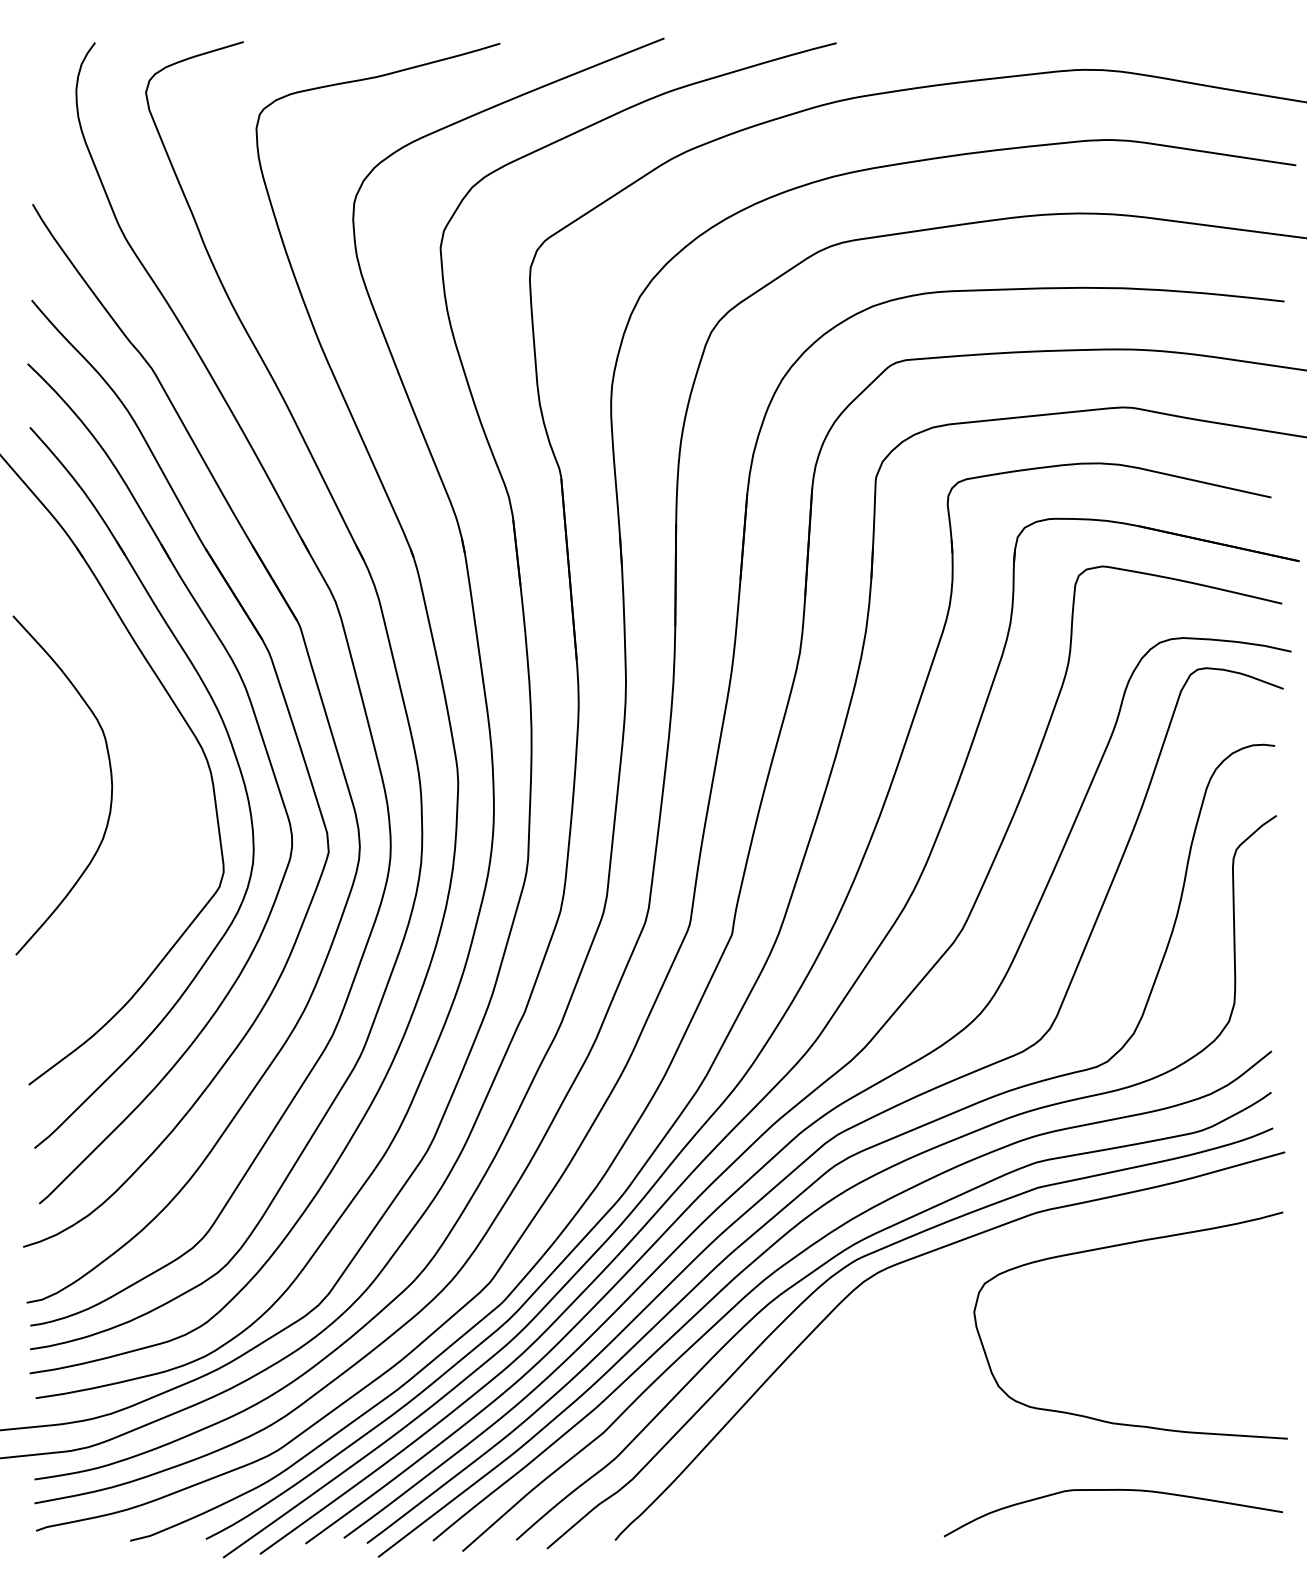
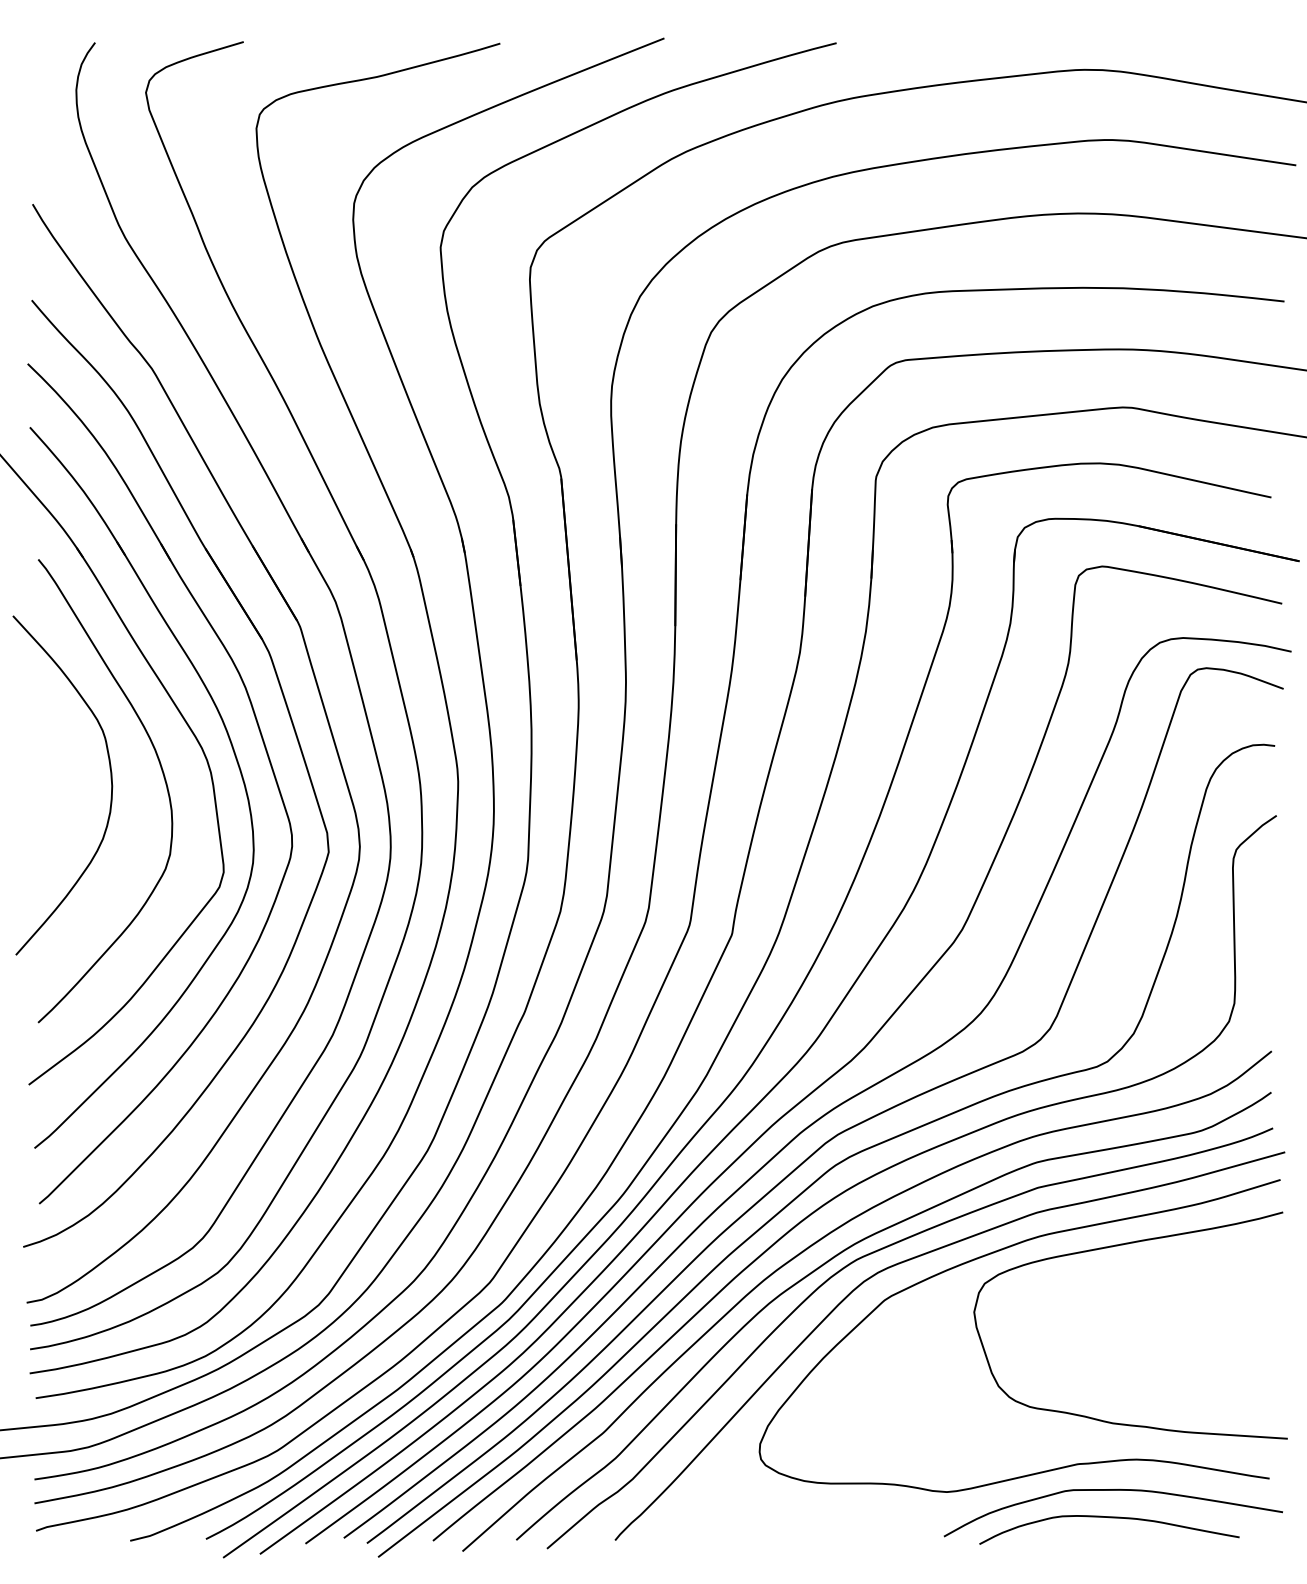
curve at (161, 771): none -> present
curve at (991, 1254): none -> present
curve at (1109, 1518): none -> present
